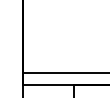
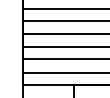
line at (64, 8): none -> present
line at (64, 21): none -> present
line at (64, 34): none -> present
line at (64, 46): none -> present
line at (64, 59): none -> present
